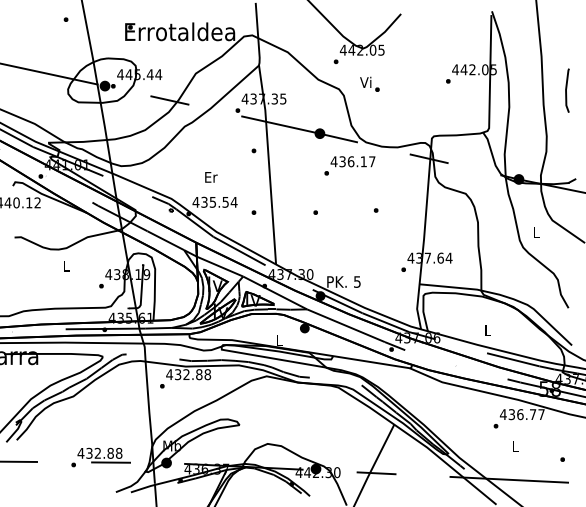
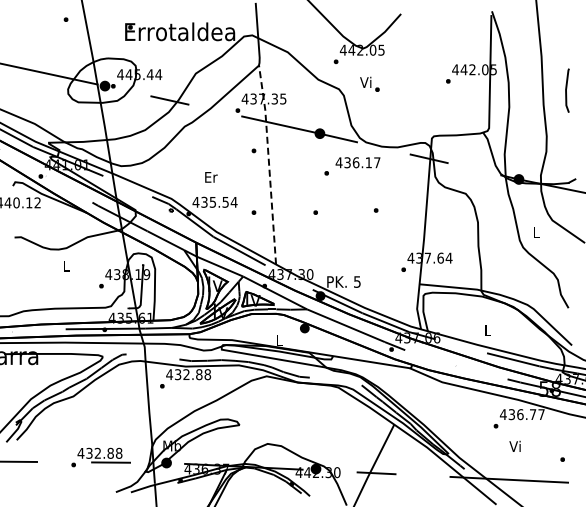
text at (352, 161) position: (352, 161) -> (357, 162)
line at (269, 163): solid -> dashed
text at (514, 445): L -> Vi
